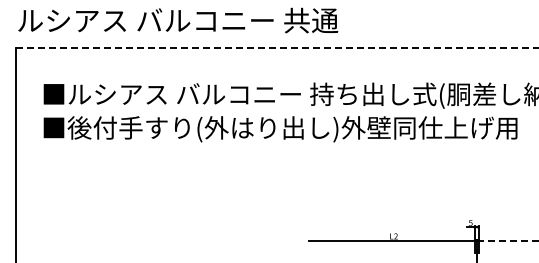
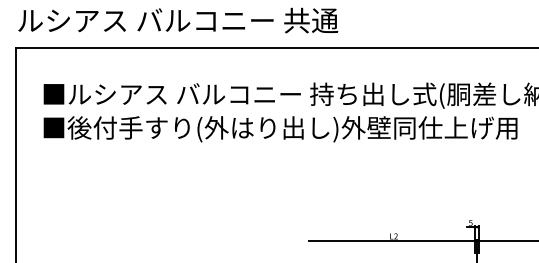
line at (277, 48): dashed -> solid
line at (507, 240): dashed -> solid
